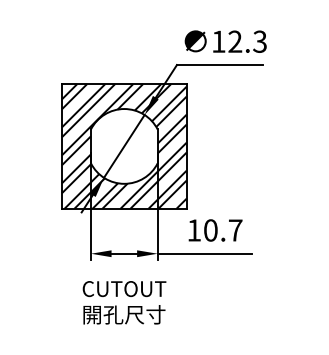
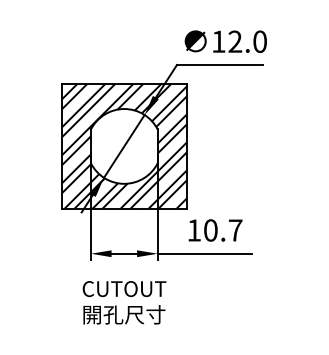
text at (259, 41): 12.3 -> 12.0
